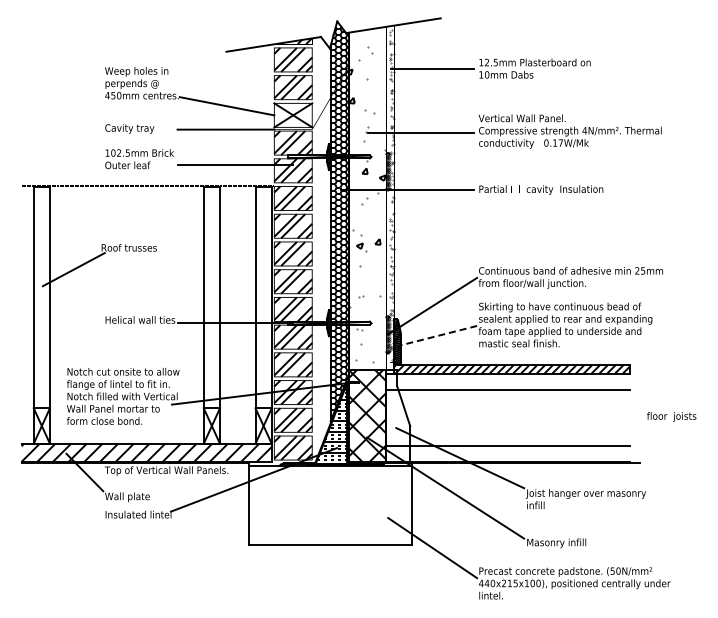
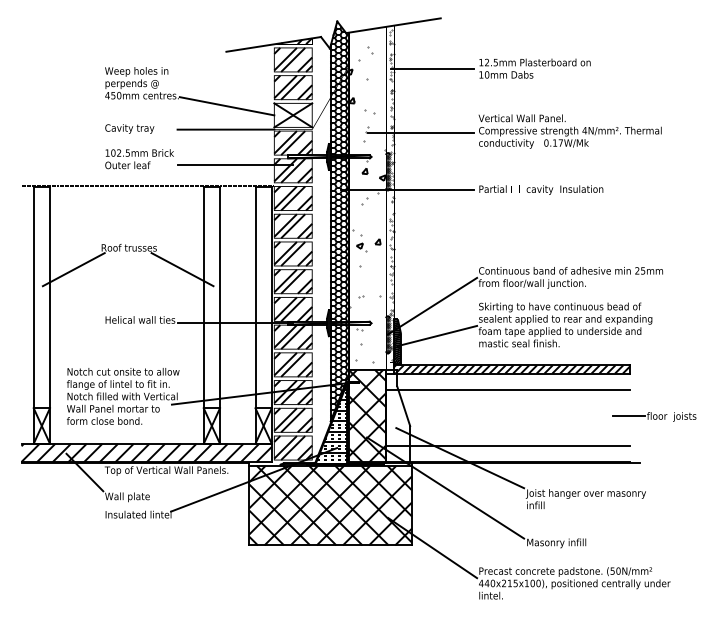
line at (182, 269): none -> present
line at (436, 336): dashed -> solid
line at (628, 415): none -> present
hatch at (330, 505): none -> present
